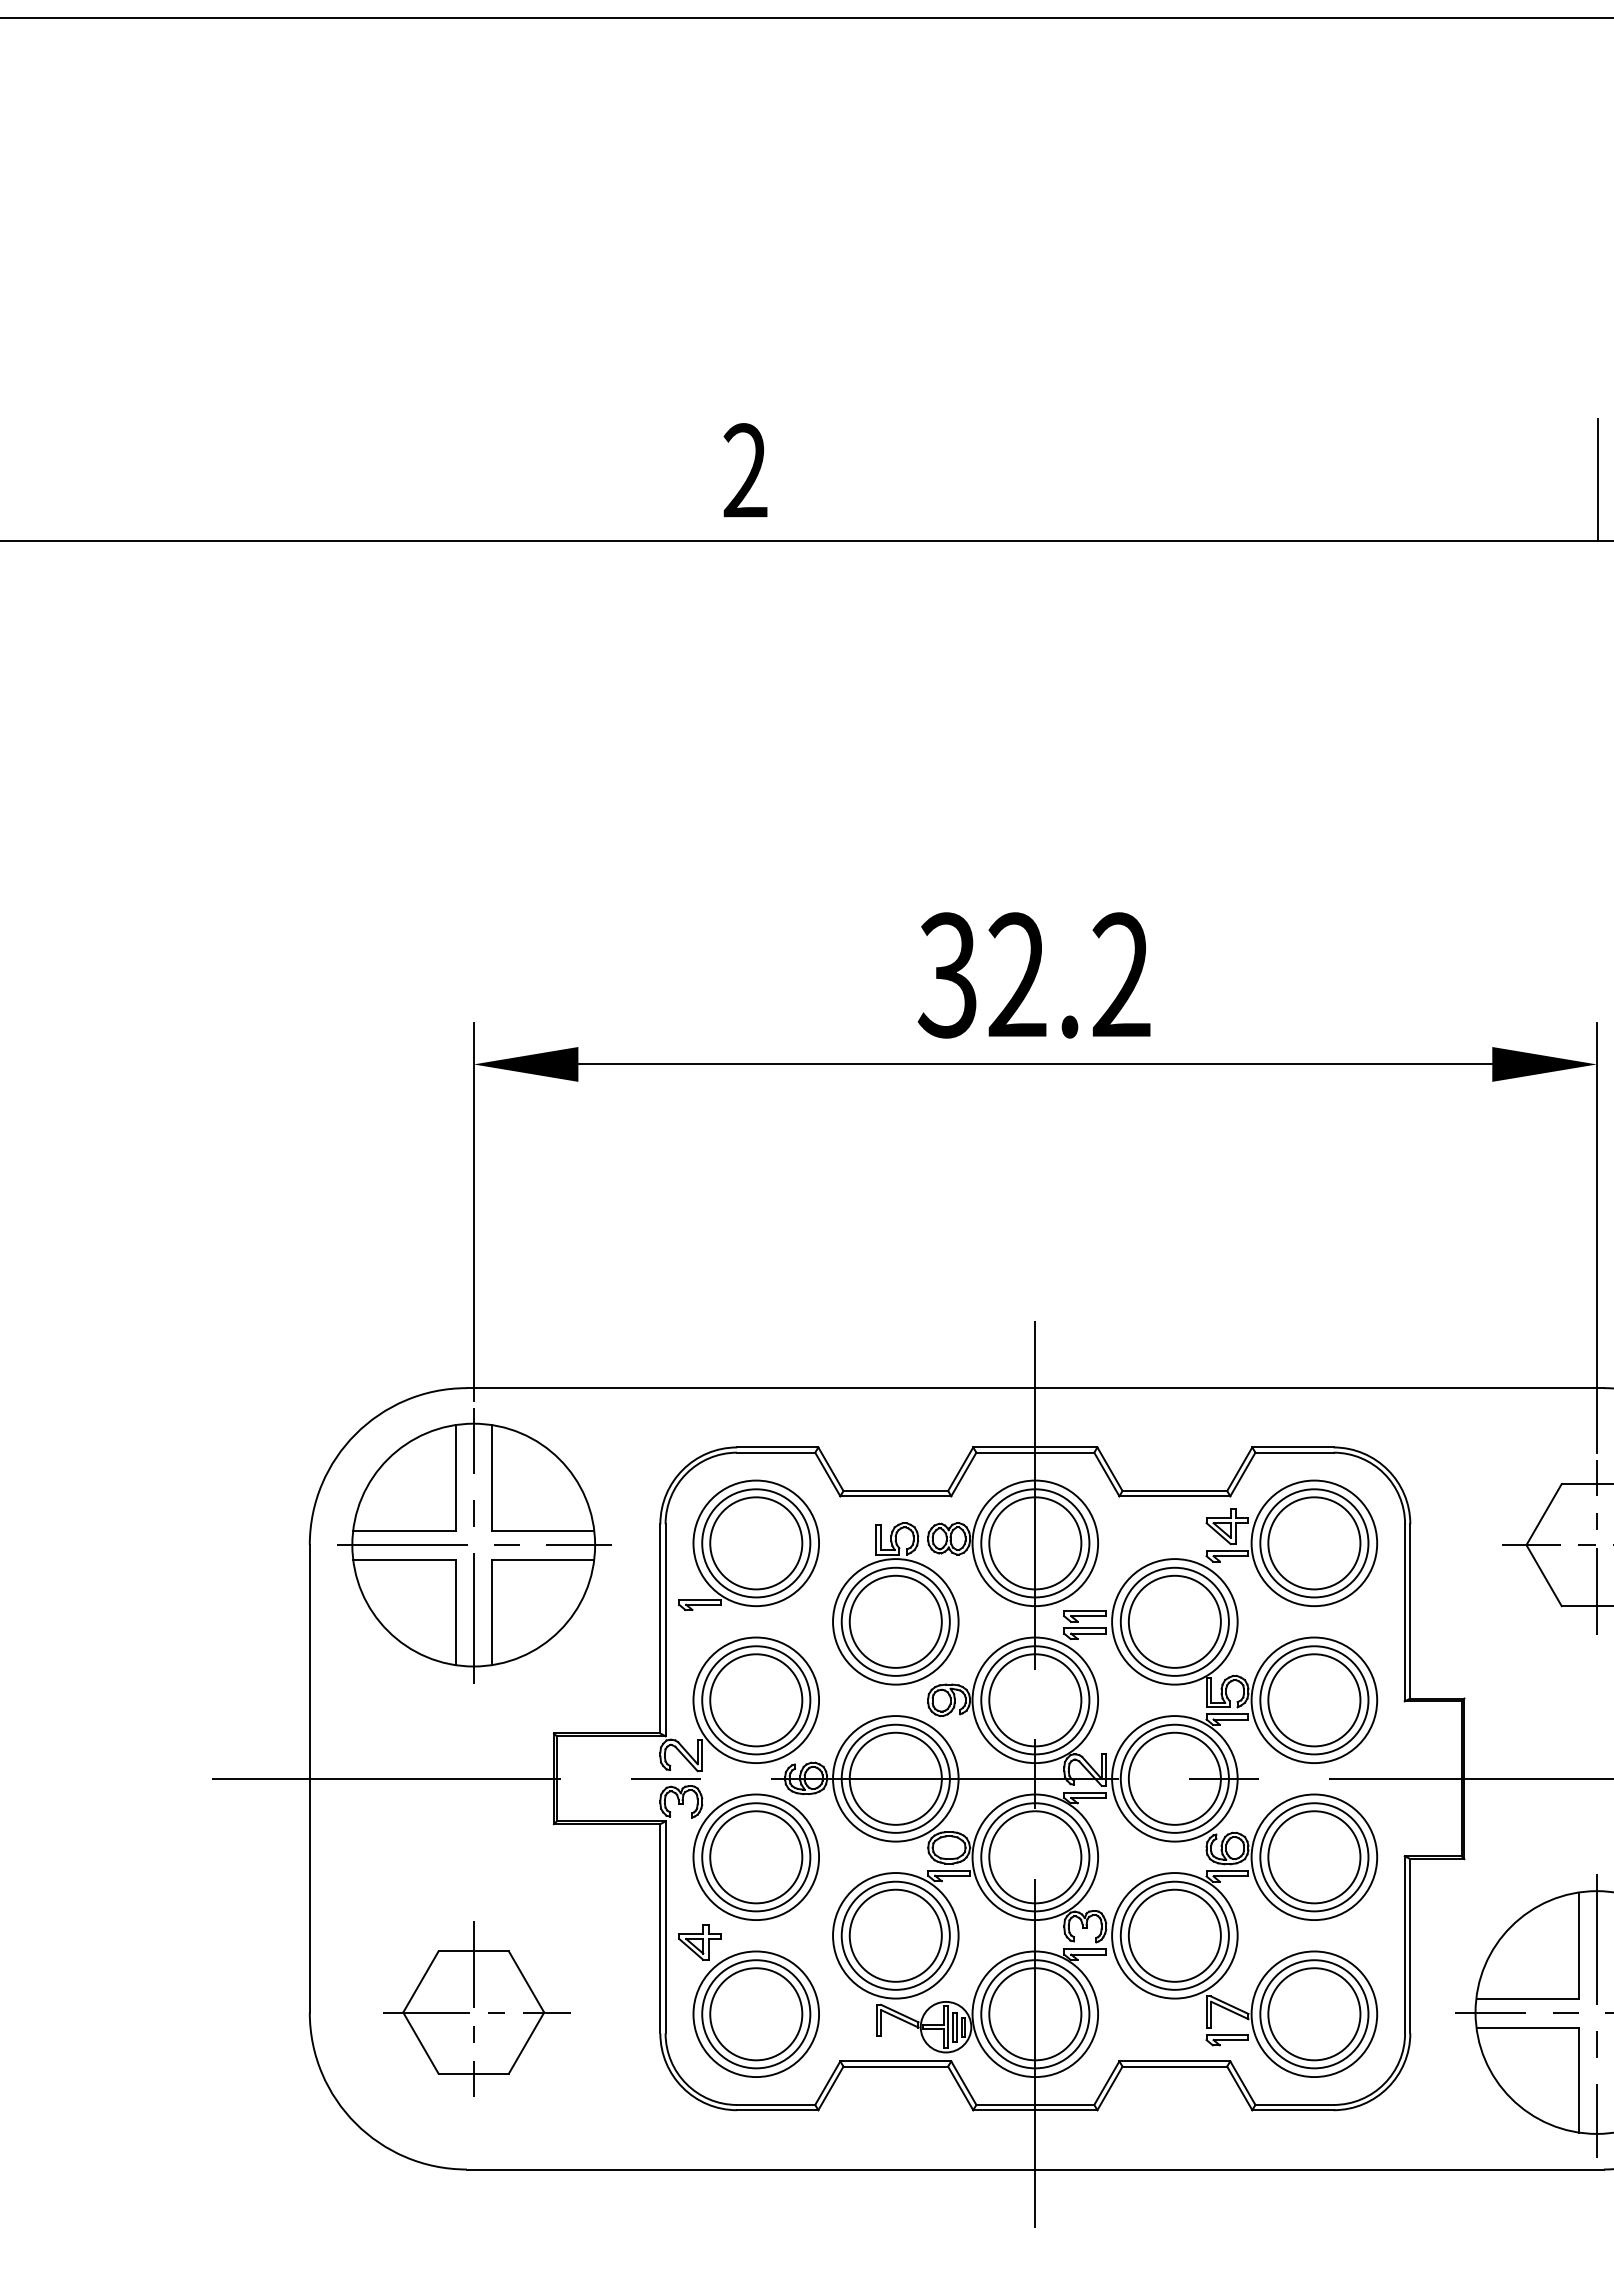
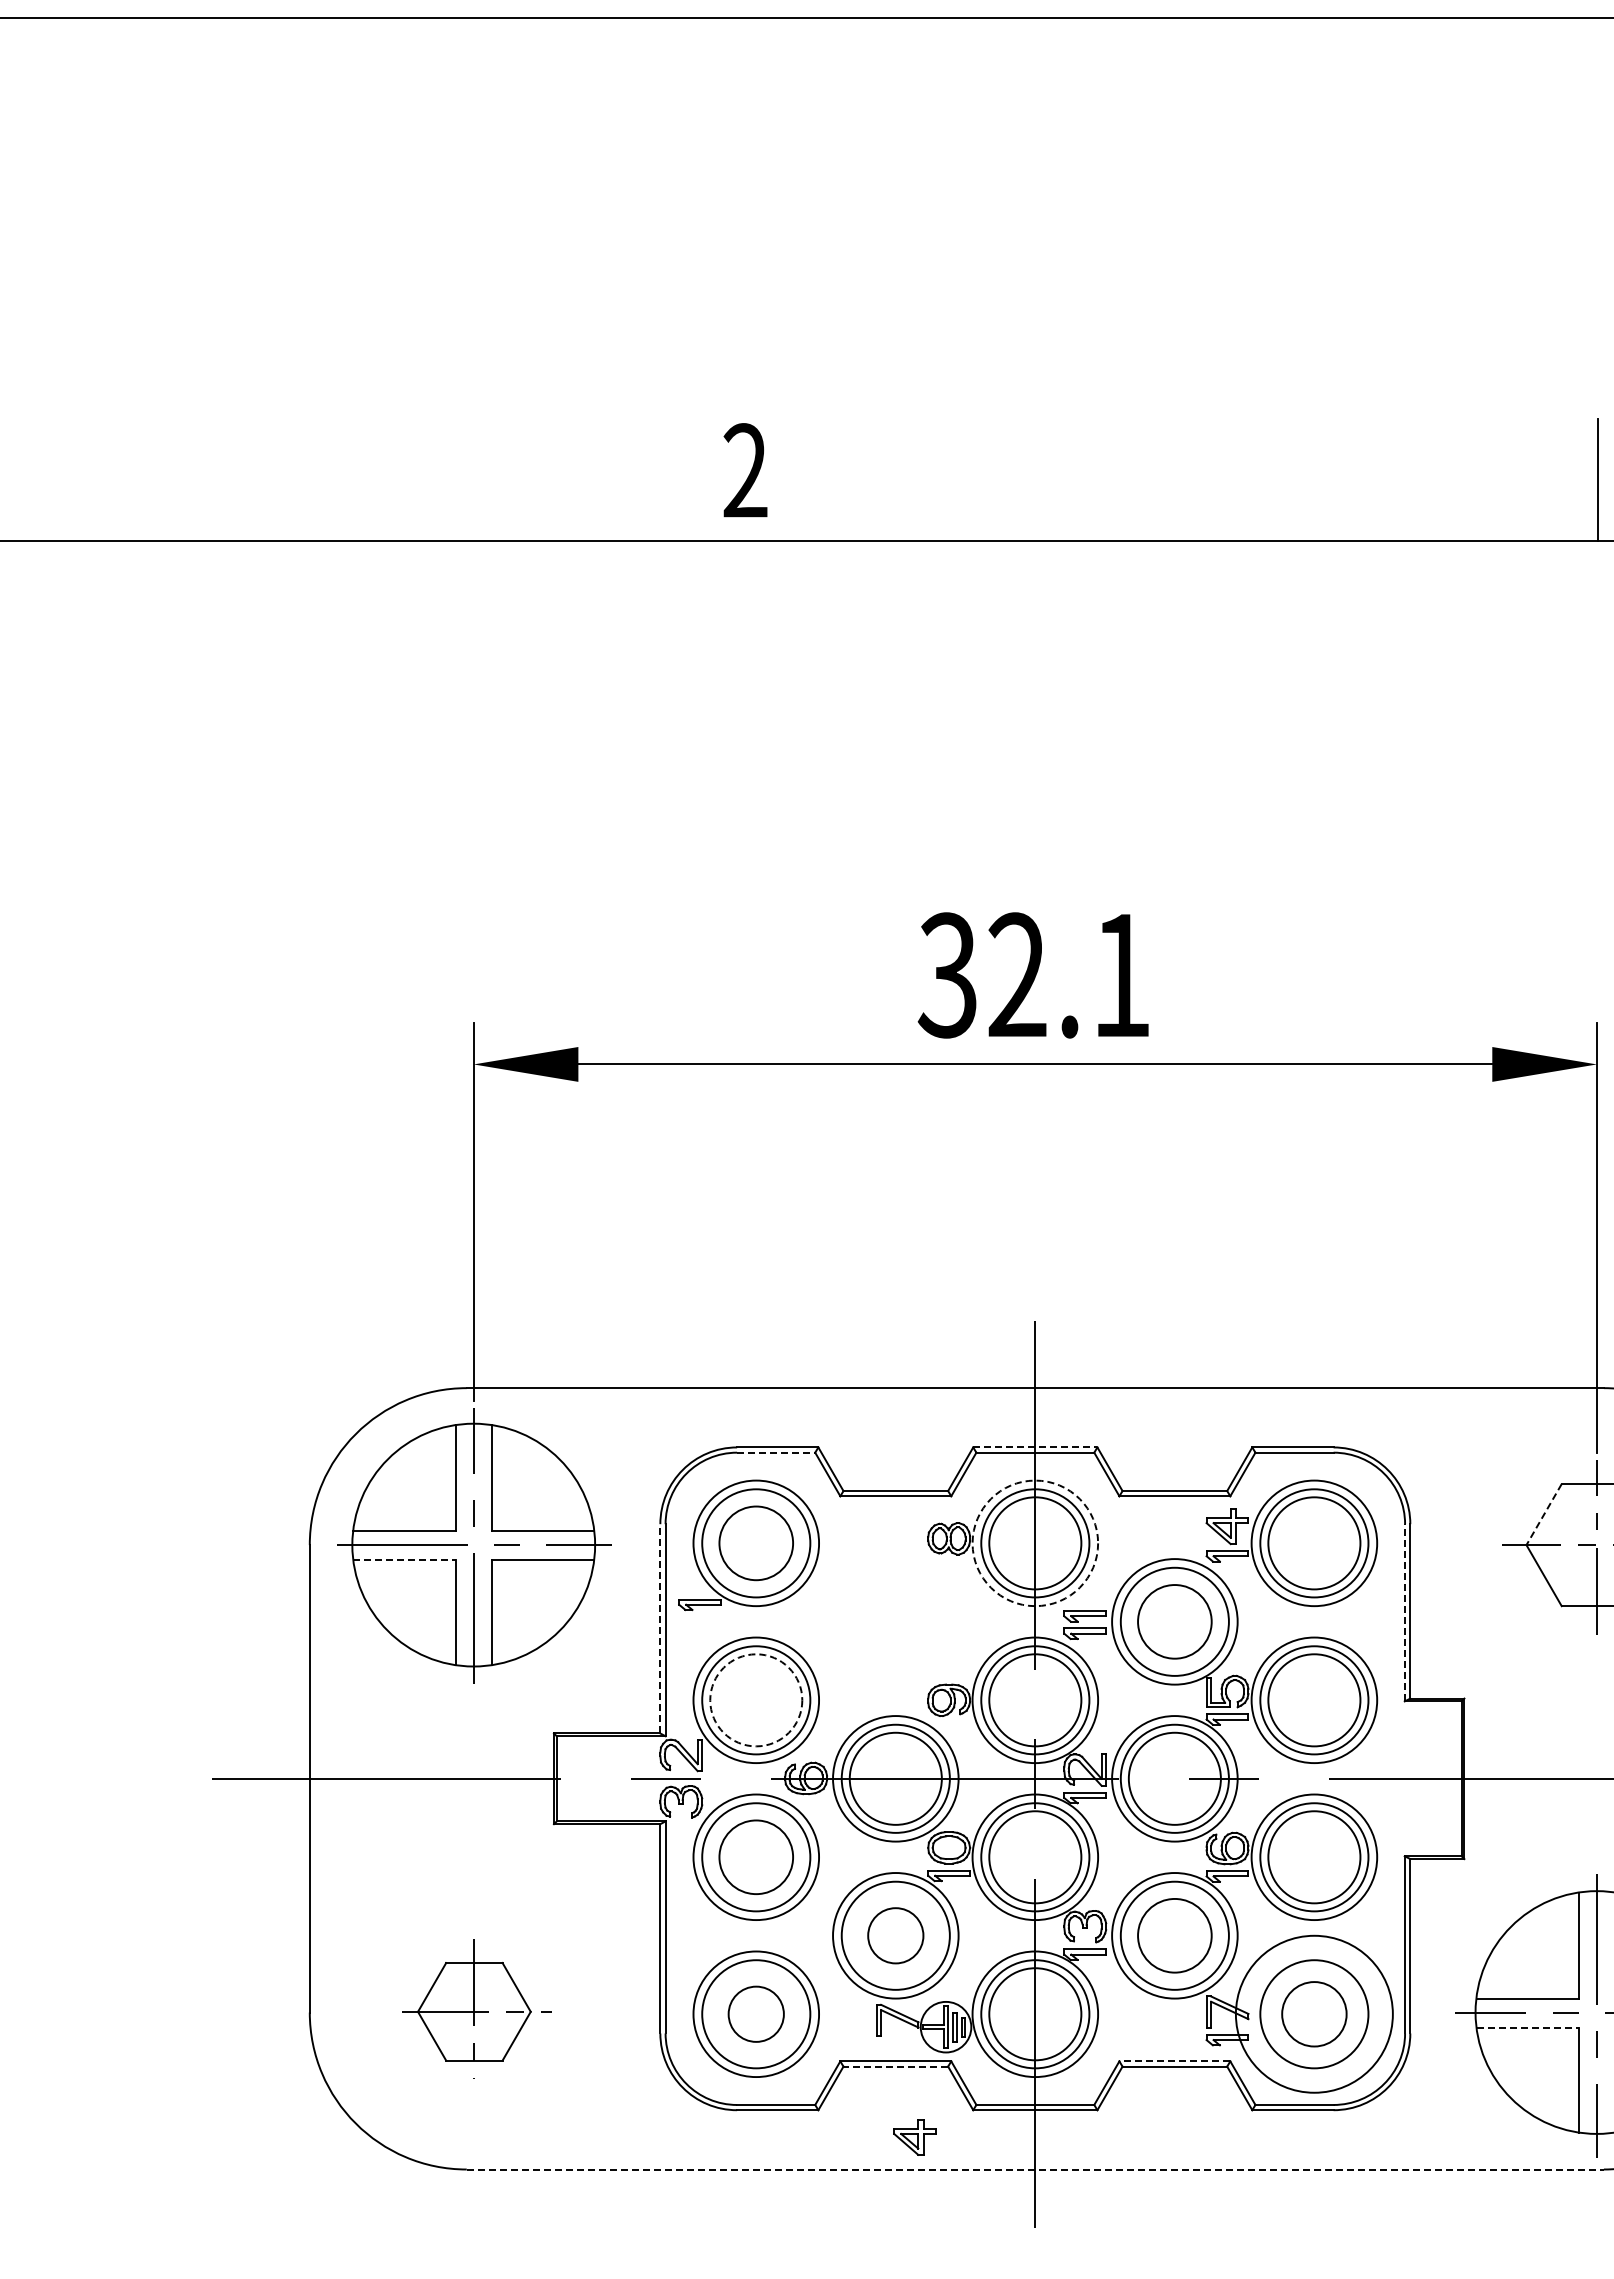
text at (1121, 974): 32.2 -> 32.1
line at (1035, 1447): solid -> dashed
line at (776, 1452): solid -> dashed
line at (1543, 1515): solid -> dashed
circle at (756, 1543) diameter: 92 px -> 74 px
circle at (1035, 1543): solid -> dashed
line at (404, 1560): solid -> dashed
part at (895, 1603): present -> none
line at (1404, 1612): solid -> dashed
circle at (1174, 1621) diameter: 92 px -> 74 px
line at (660, 1628): solid -> dashed
circle at (756, 1700): solid -> dashed
circle at (756, 1857) diameter: 92 px -> 74 px
circle at (895, 1935) diameter: 92 px -> 55 px
circle at (1174, 1935) diameter: 92 px -> 74 px
part at (699, 1942) position: (699, 1942) -> (914, 2137)
part at (476, 2008) size: 188x176 px -> 150x140 px
circle at (756, 2014) diameter: 92 px -> 55 px
circle at (1314, 2014) diameter: 126 px -> 157 px
circle at (1314, 2014) diameter: 92 px -> 64 px
line at (1528, 2027): solid -> dashed
line at (1174, 2061): solid -> dashed
line at (895, 2066): solid -> dashed
line at (1035, 2169): solid -> dashed
